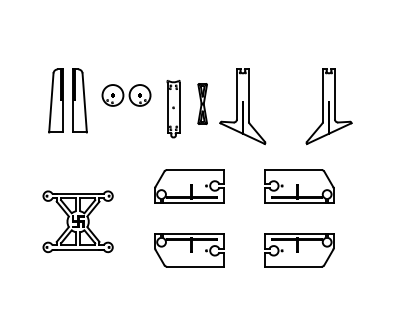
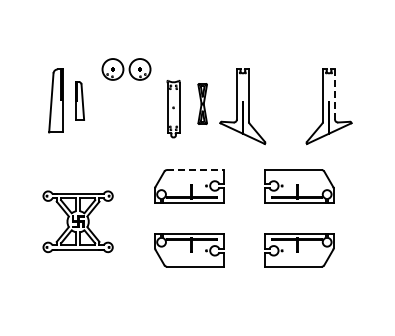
line at (335, 94): solid -> dashed
part at (126, 95) position: (126, 95) -> (126, 69)
part at (79, 100) size: 16x66 px -> 10x40 px
line at (195, 170): solid -> dashed
